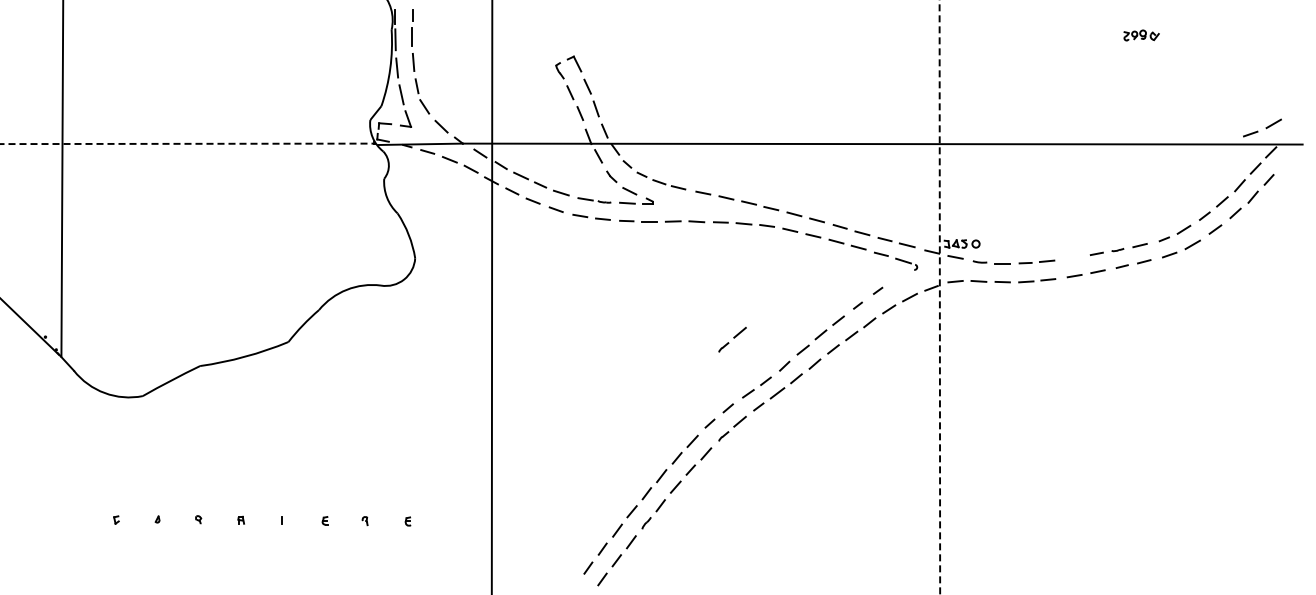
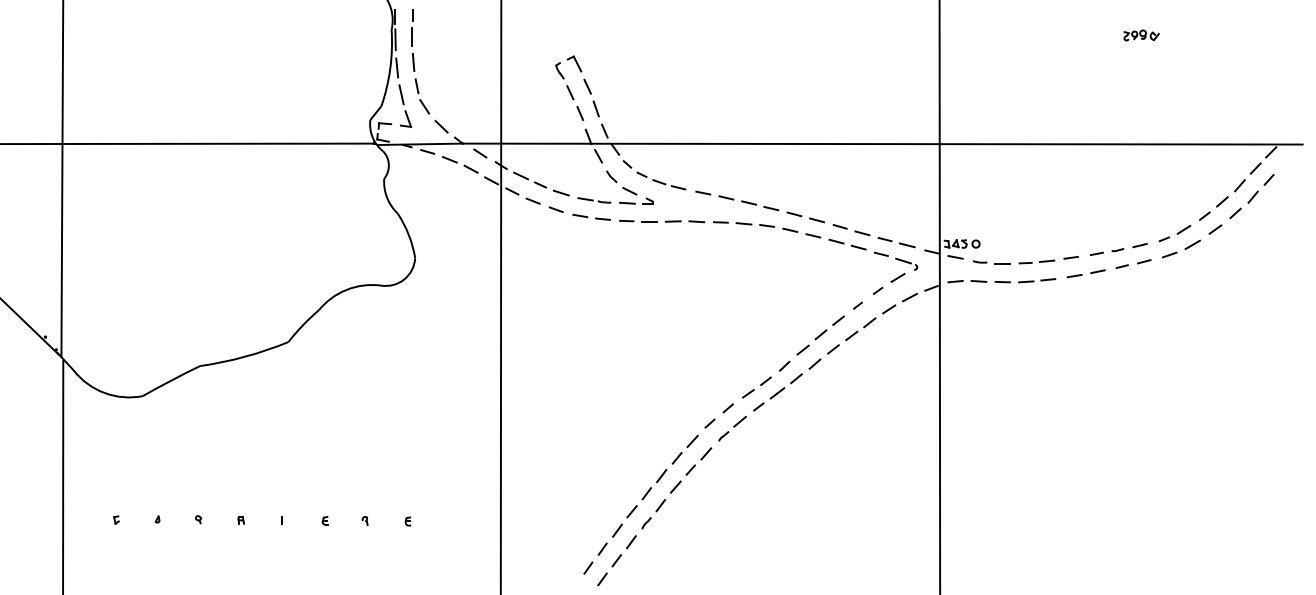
part at (1262, 127): present -> none
line at (188, 143): dashed -> solid
line at (1070, 257): none -> present
line at (897, 277): none -> present
line at (491, 296) position: (491, 296) -> (500, 296)
line at (939, 298): dashed -> solid
line at (733, 338): present -> none
line at (63, 475): none -> present
